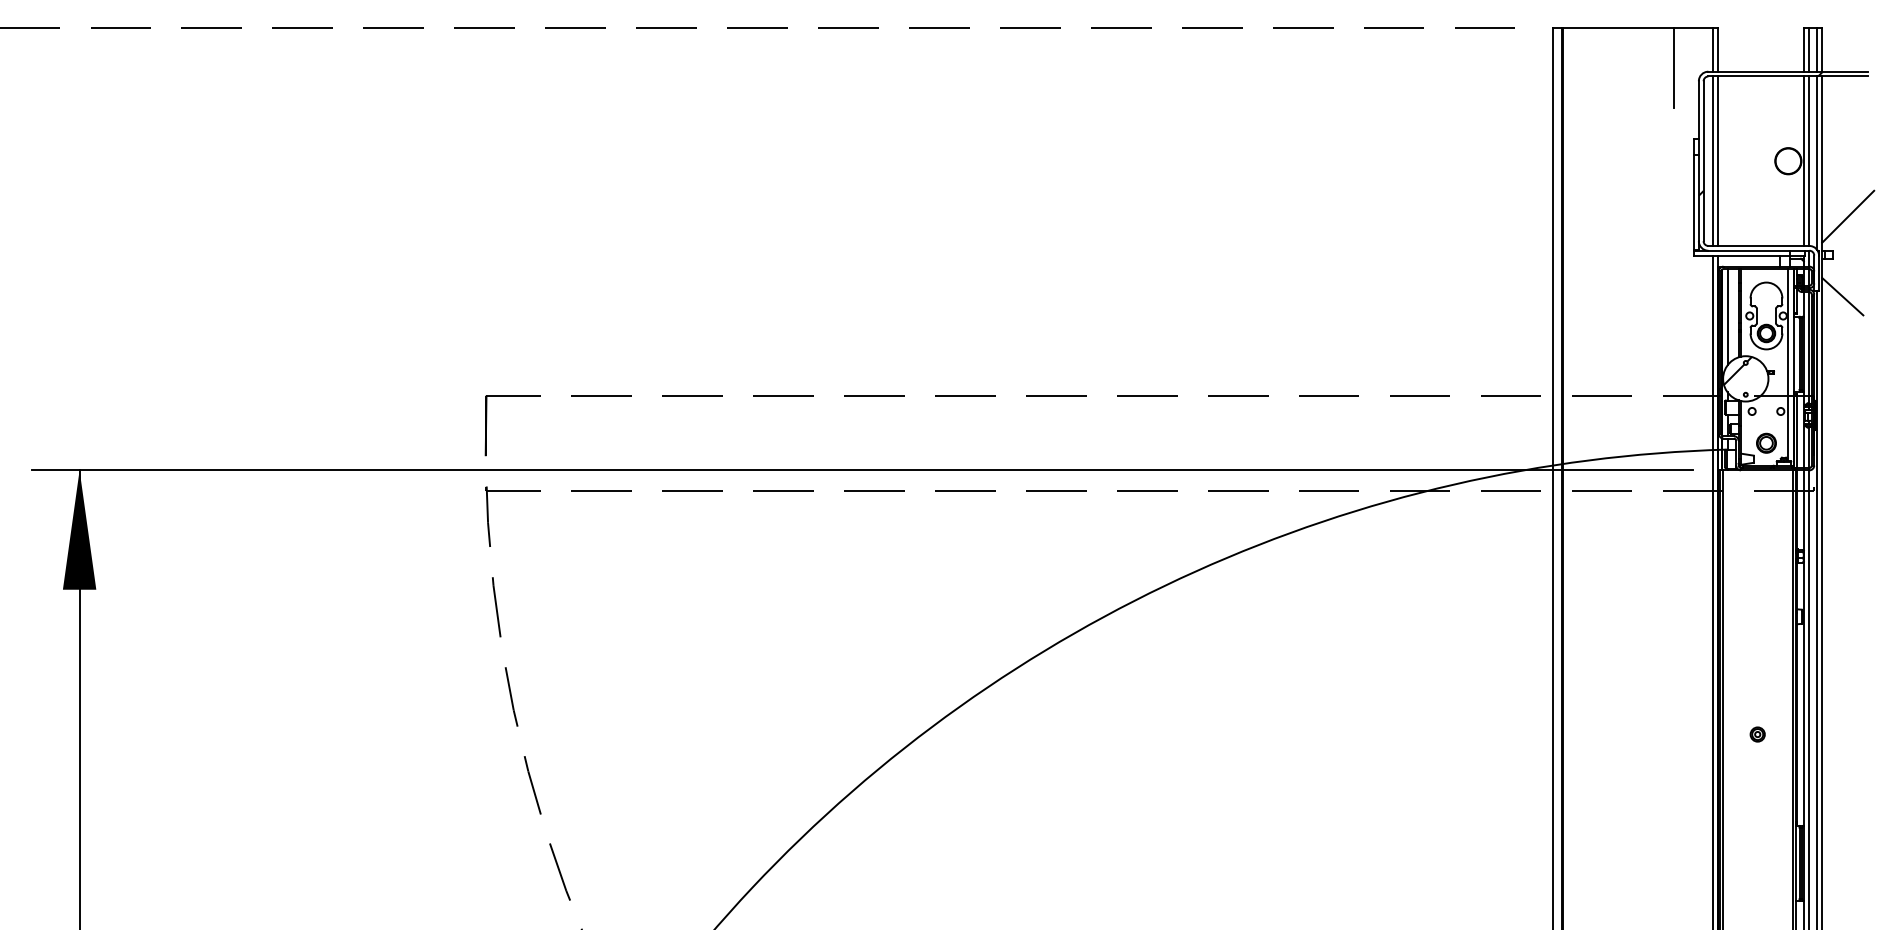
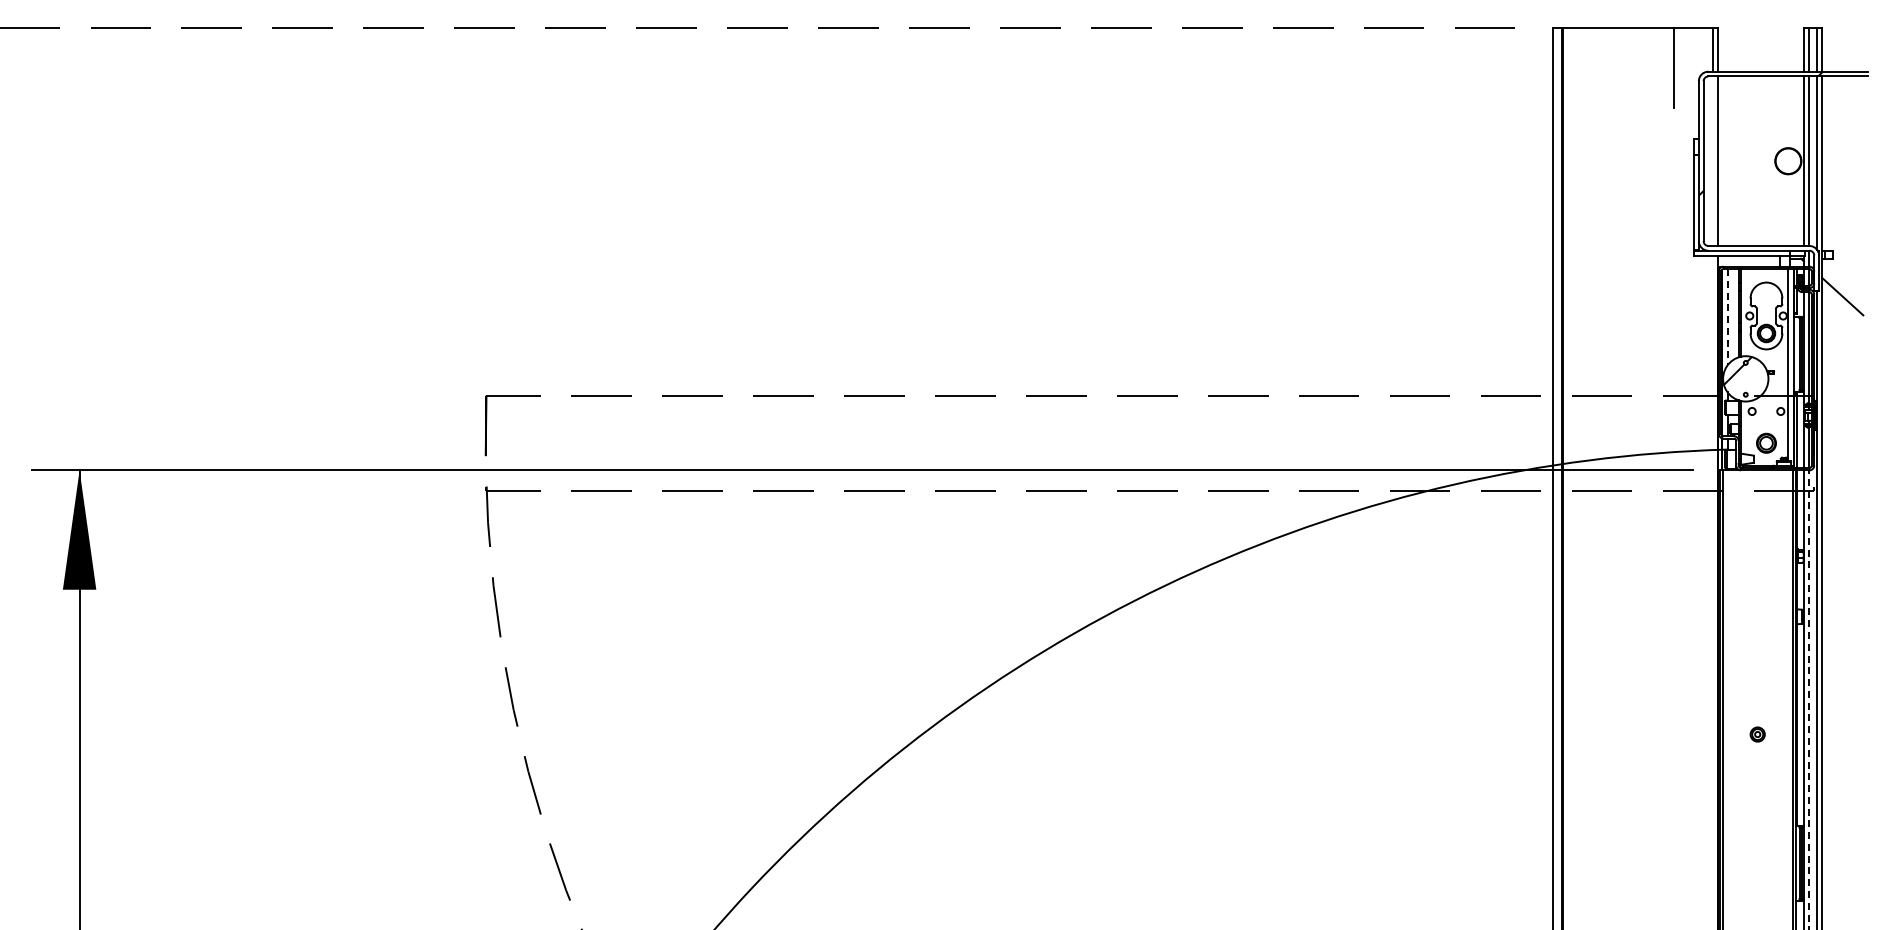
line at (1713, 160): present -> none
line at (1848, 216): present -> none
line at (1727, 317): solid -> dashed
line at (1713, 590): present -> none
line at (1808, 699): solid -> dashed
